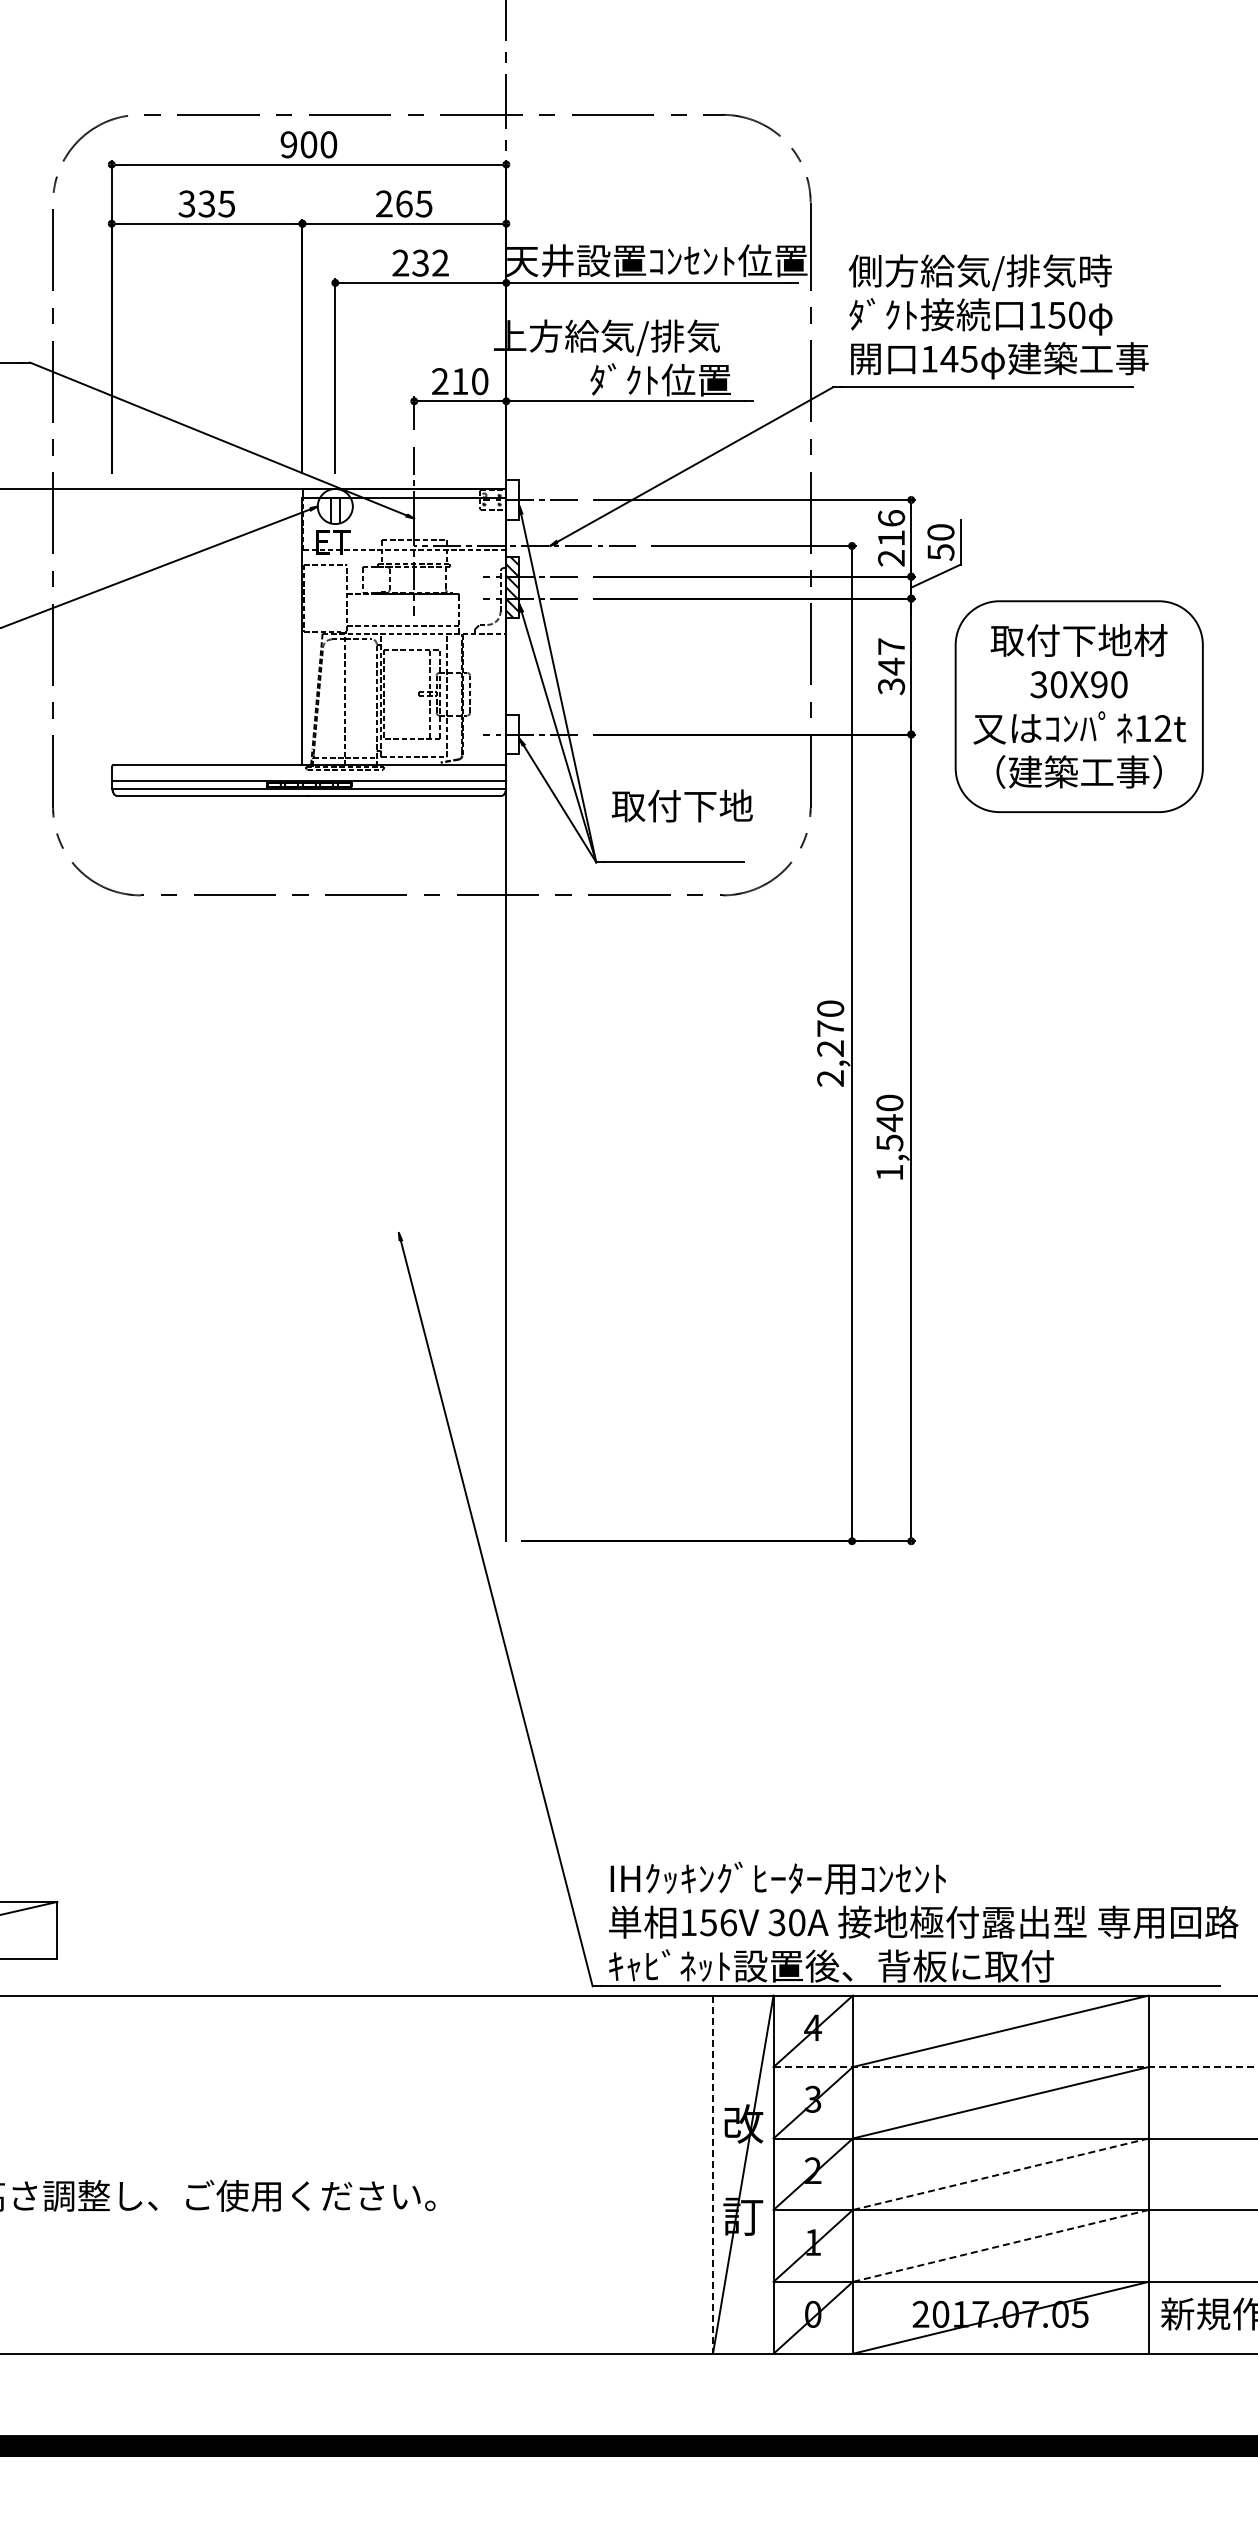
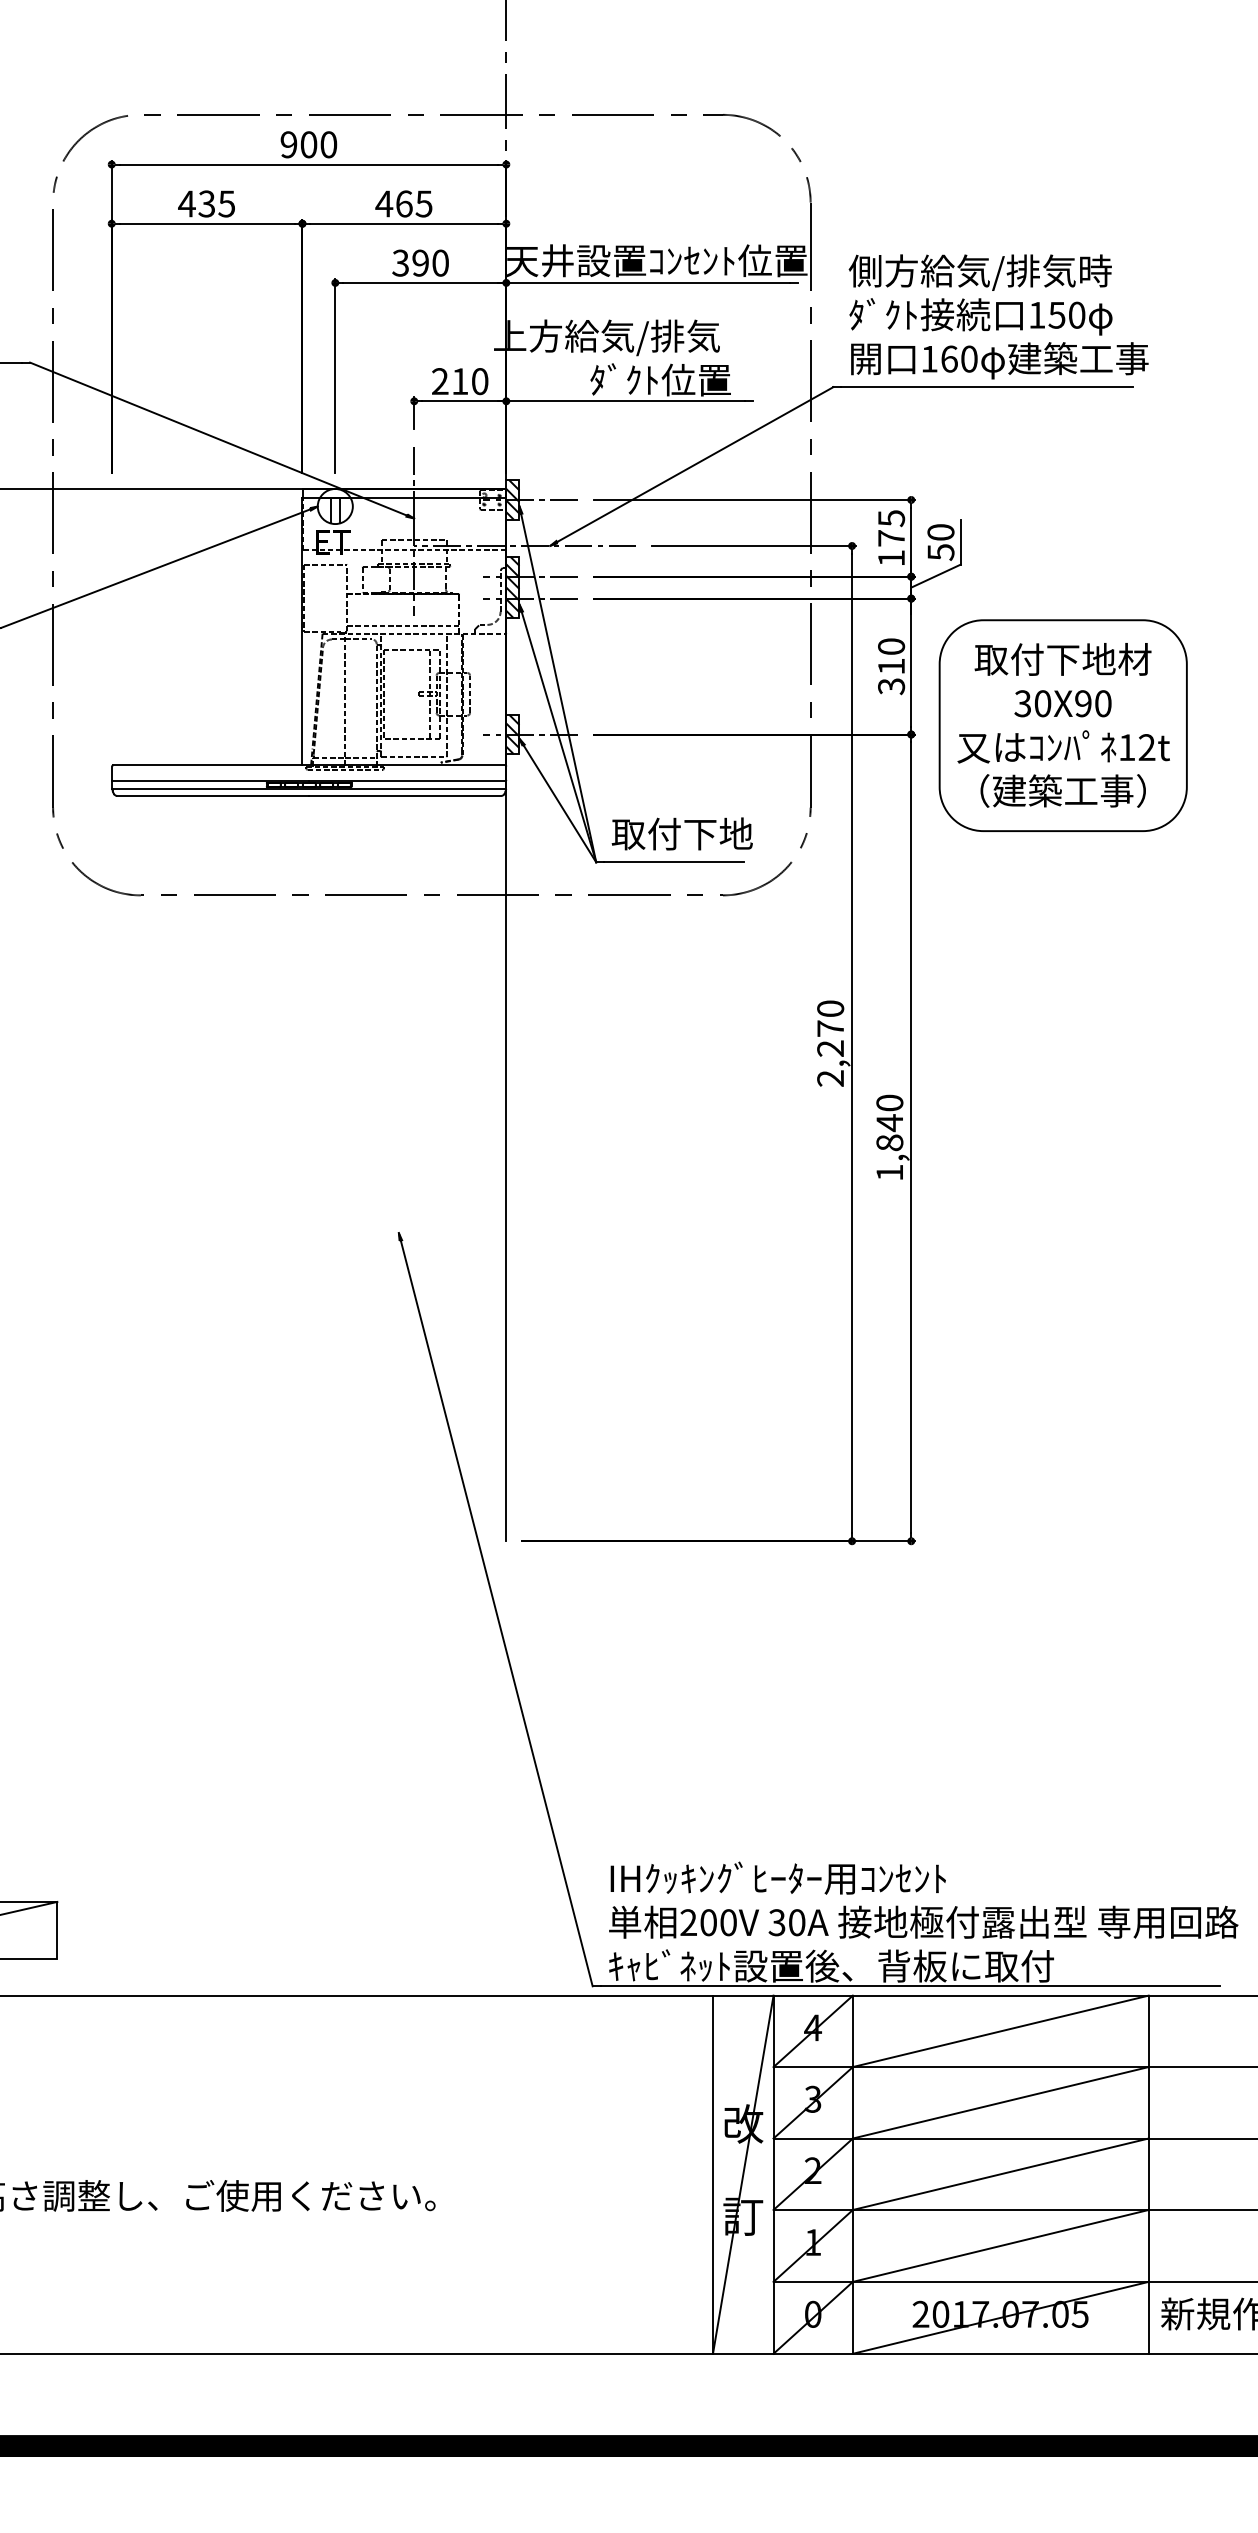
text at (186, 203): 335 -> 435
text at (384, 203): 265 -> 465
text at (420, 262): 232 -> 390
text at (958, 358): 145 -> 160
hatch at (512, 499): none -> present
text at (891, 538): 216 -> 175
text at (891, 656): 347 -> 310
part at (1078, 706) position: (1078, 706) -> (1062, 725)
hatch at (512, 734): none -> present
text at (681, 805) position: (681, 805) -> (681, 833)
text at (889, 1142): 1,540 -> 1,840
text at (708, 1922): 156V -> 200V
line at (1015, 2067): dashed -> solid
line at (1000, 2174): dashed -> solid
line at (713, 2175): dashed -> solid
line at (1000, 2246): dashed -> solid
